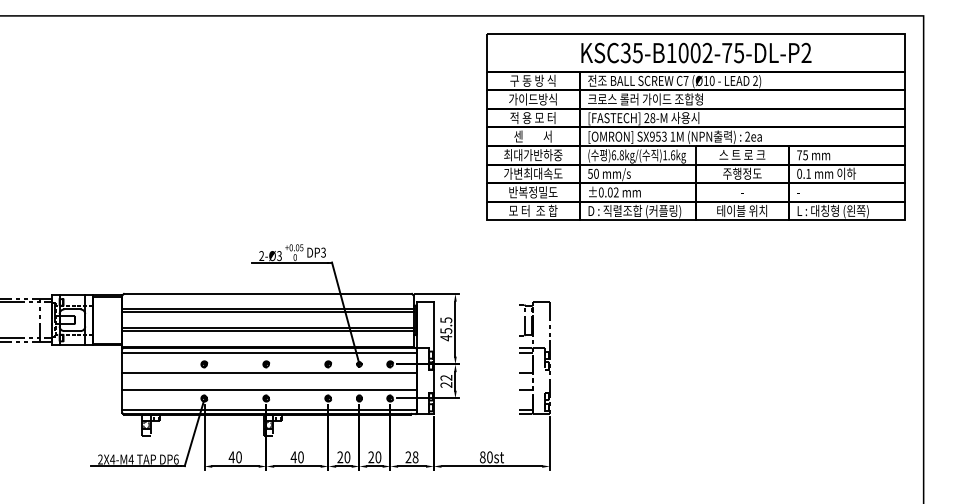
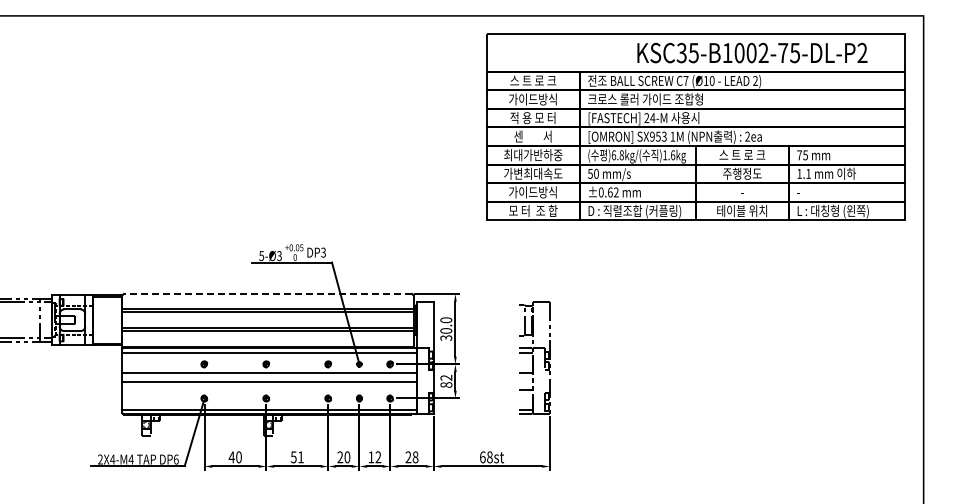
text at (696, 52) position: (696, 52) -> (752, 52)
text at (533, 80): 구 동 방 식 -> 스 트 로 크
text at (652, 118): 28-M -> 24-M
text at (799, 173): 0.1 -> 1.1
text at (533, 192): 반복정밀도 -> 가이드방식
text at (610, 192): ±0.02 -> ±0.62
text at (261, 256): 2- -> 5-
line at (267, 293): solid -> dashed
text at (446, 329): 45.5 -> 30.0
text at (446, 384): 22 -> 82
line at (269, 389) position: (269, 389) -> (269, 381)
text at (296, 457): 40 -> 51
text at (374, 457): 20 -> 12
text at (485, 457): 80st -> 68st
